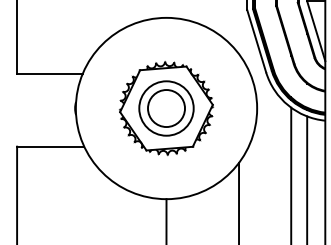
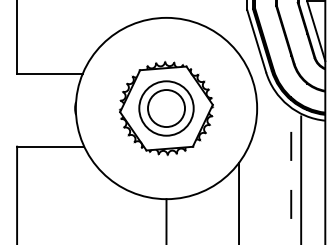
line at (291, 175): solid -> dashed
line at (307, 178) position: (307, 178) -> (301, 178)
